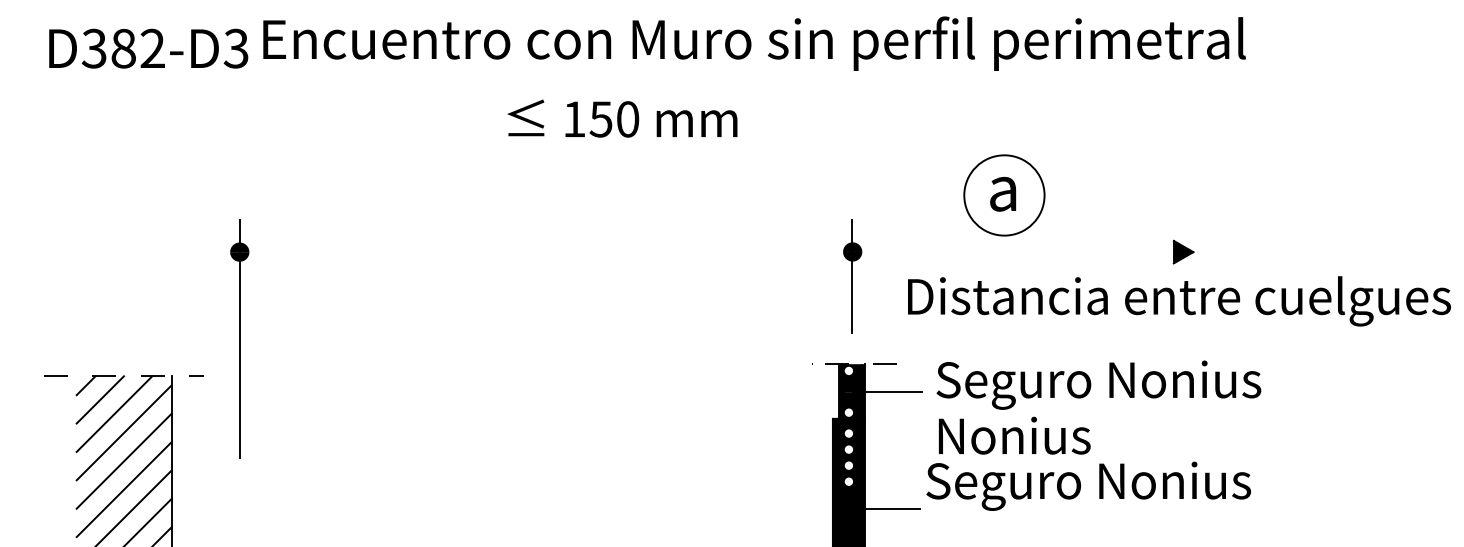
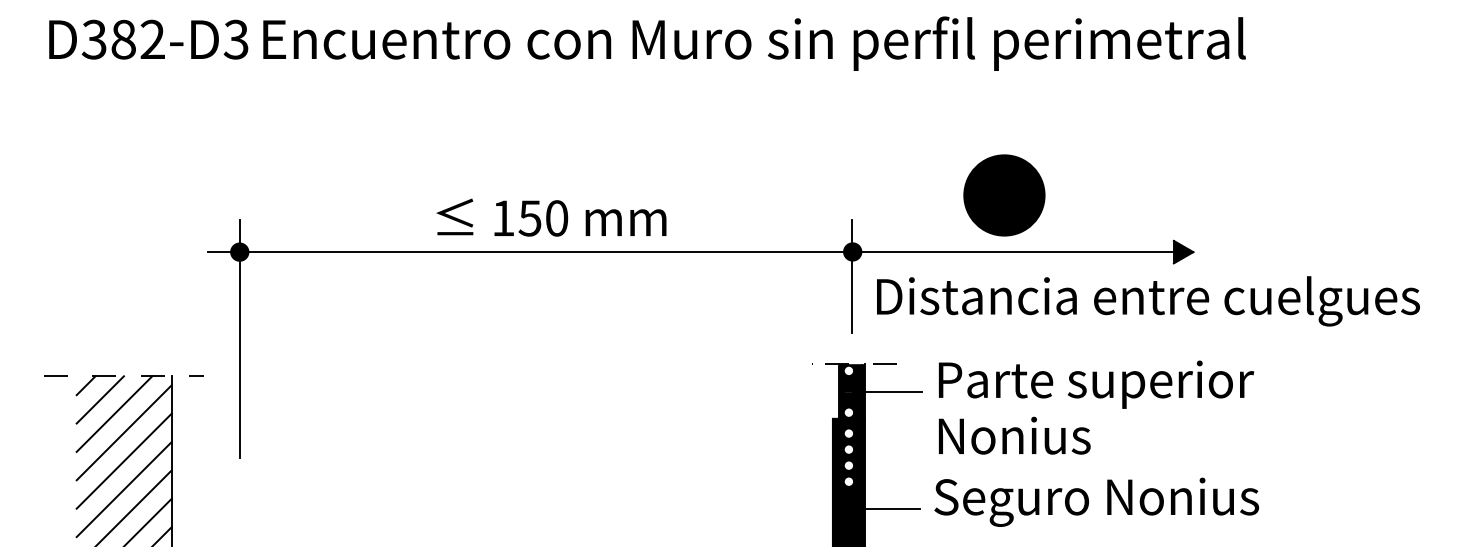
text at (148, 48) position: (148, 48) -> (148, 39)
text at (622, 118) position: (622, 118) -> (551, 217)
fill at (1004, 195): none -> present
line at (690, 252): none -> present
text at (1179, 301) position: (1179, 301) -> (1148, 301)
text at (1098, 384): Seguro Nonius -> Parte superior
text at (1088, 485) position: (1088, 485) -> (1096, 501)
